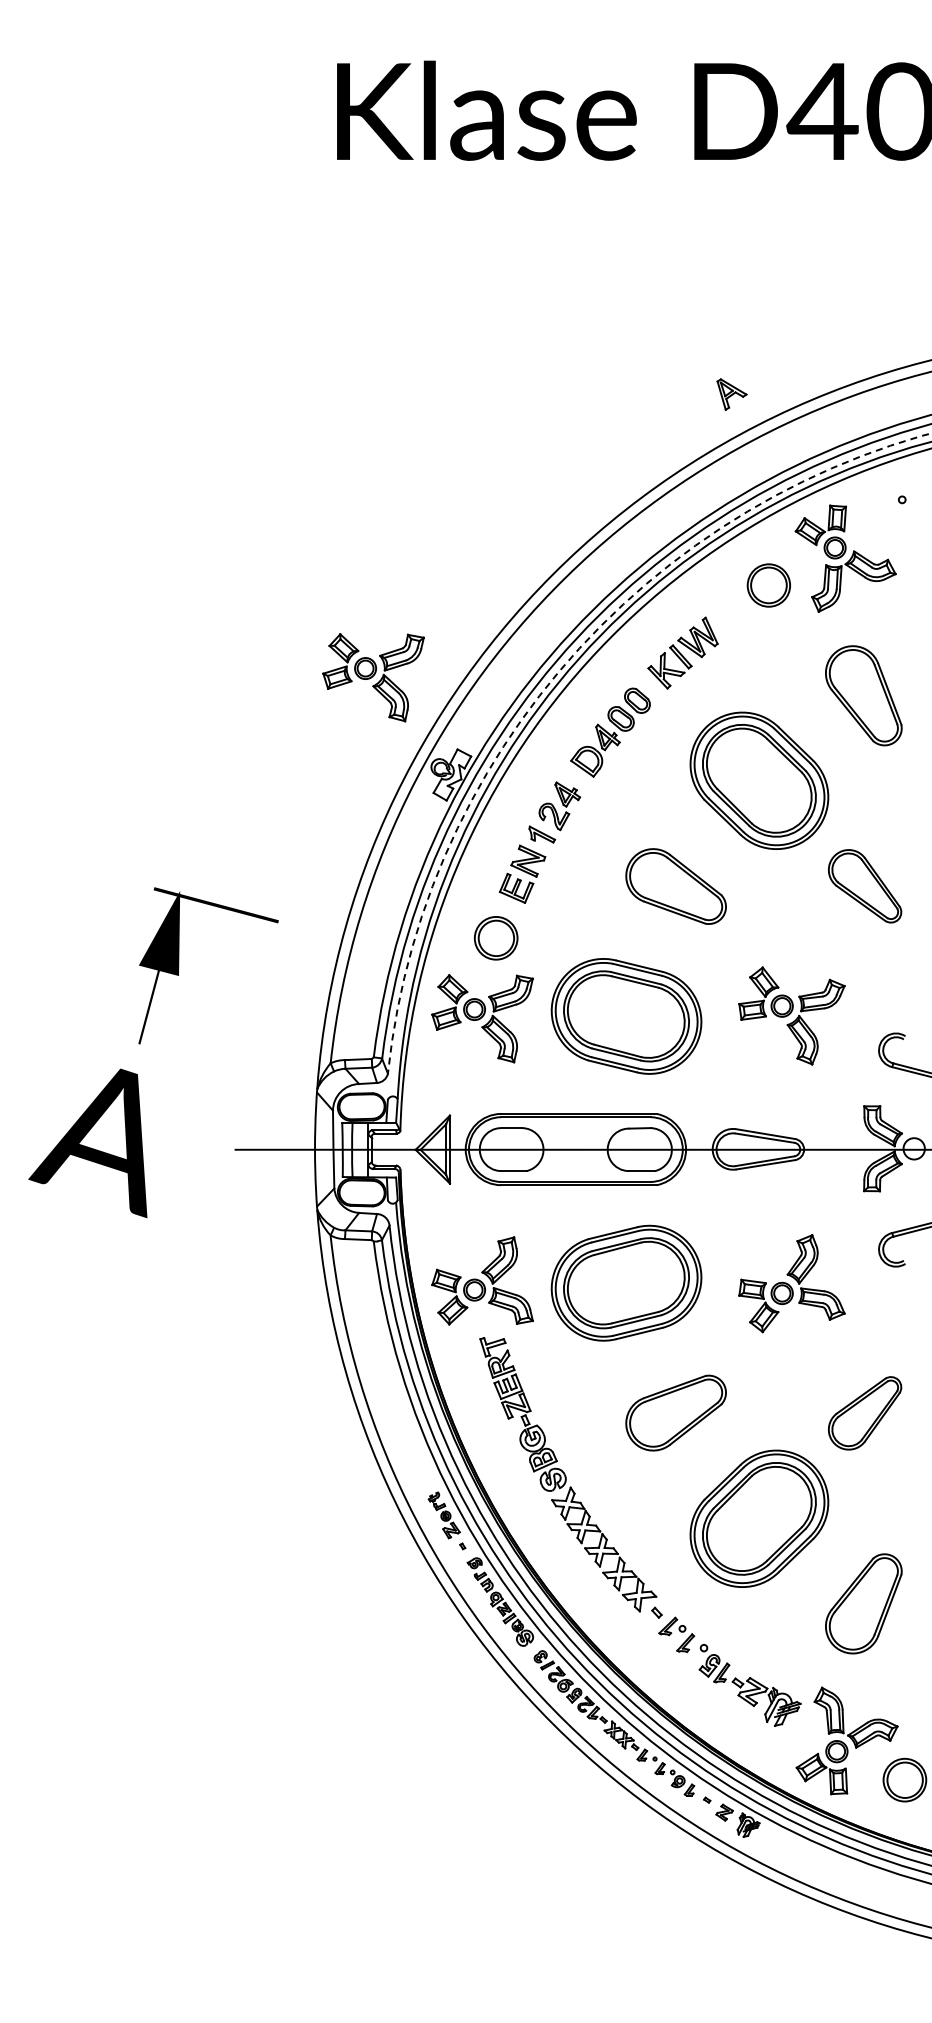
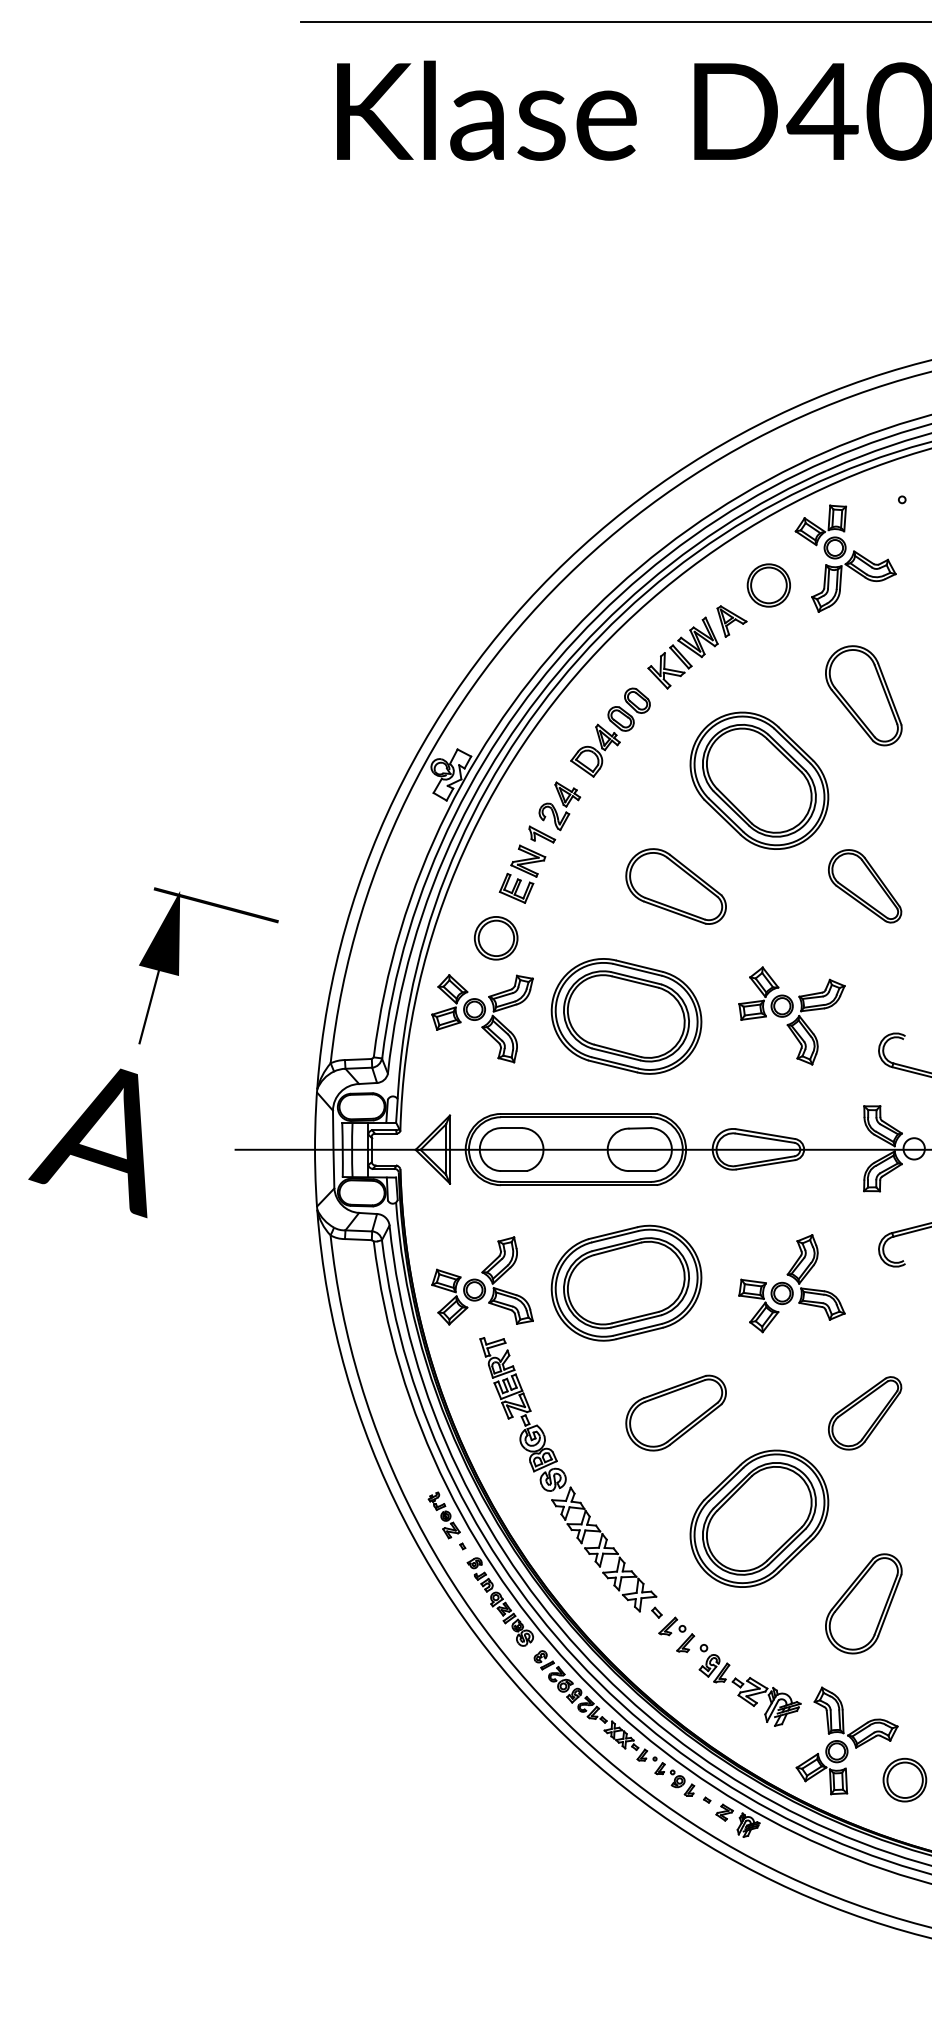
line at (614, 21): none -> present
part at (731, 394) position: (731, 394) -> (731, 621)
arc at (560, 670): dashed -> solid
part at (373, 677): present -> none
